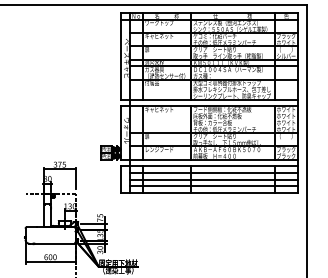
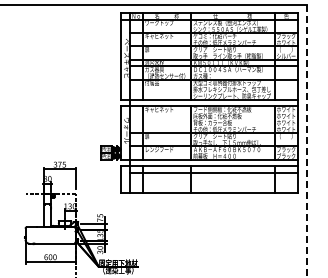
line at (306, 141): solid -> dashed
line at (213, 179): present -> none
line at (213, 186): present -> none
